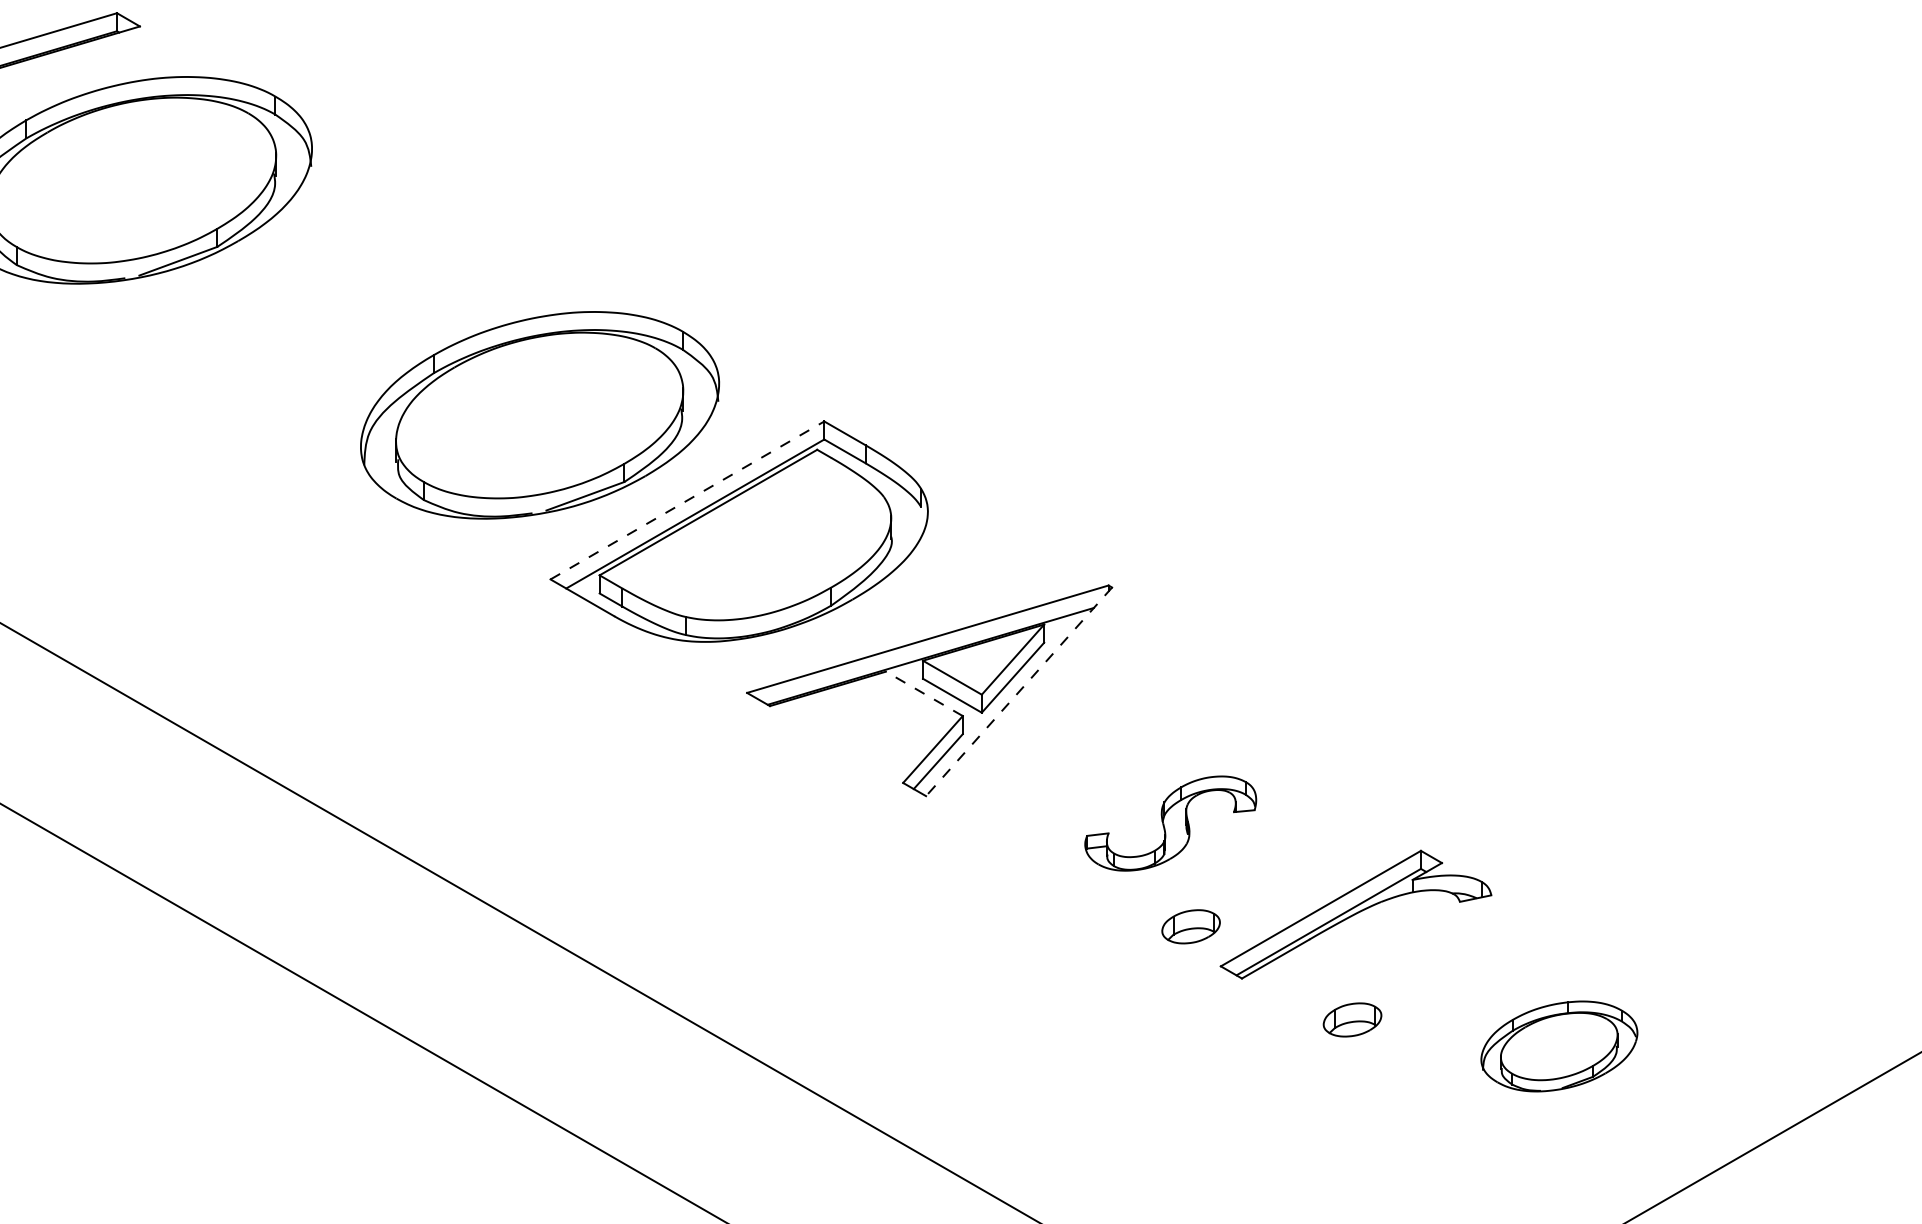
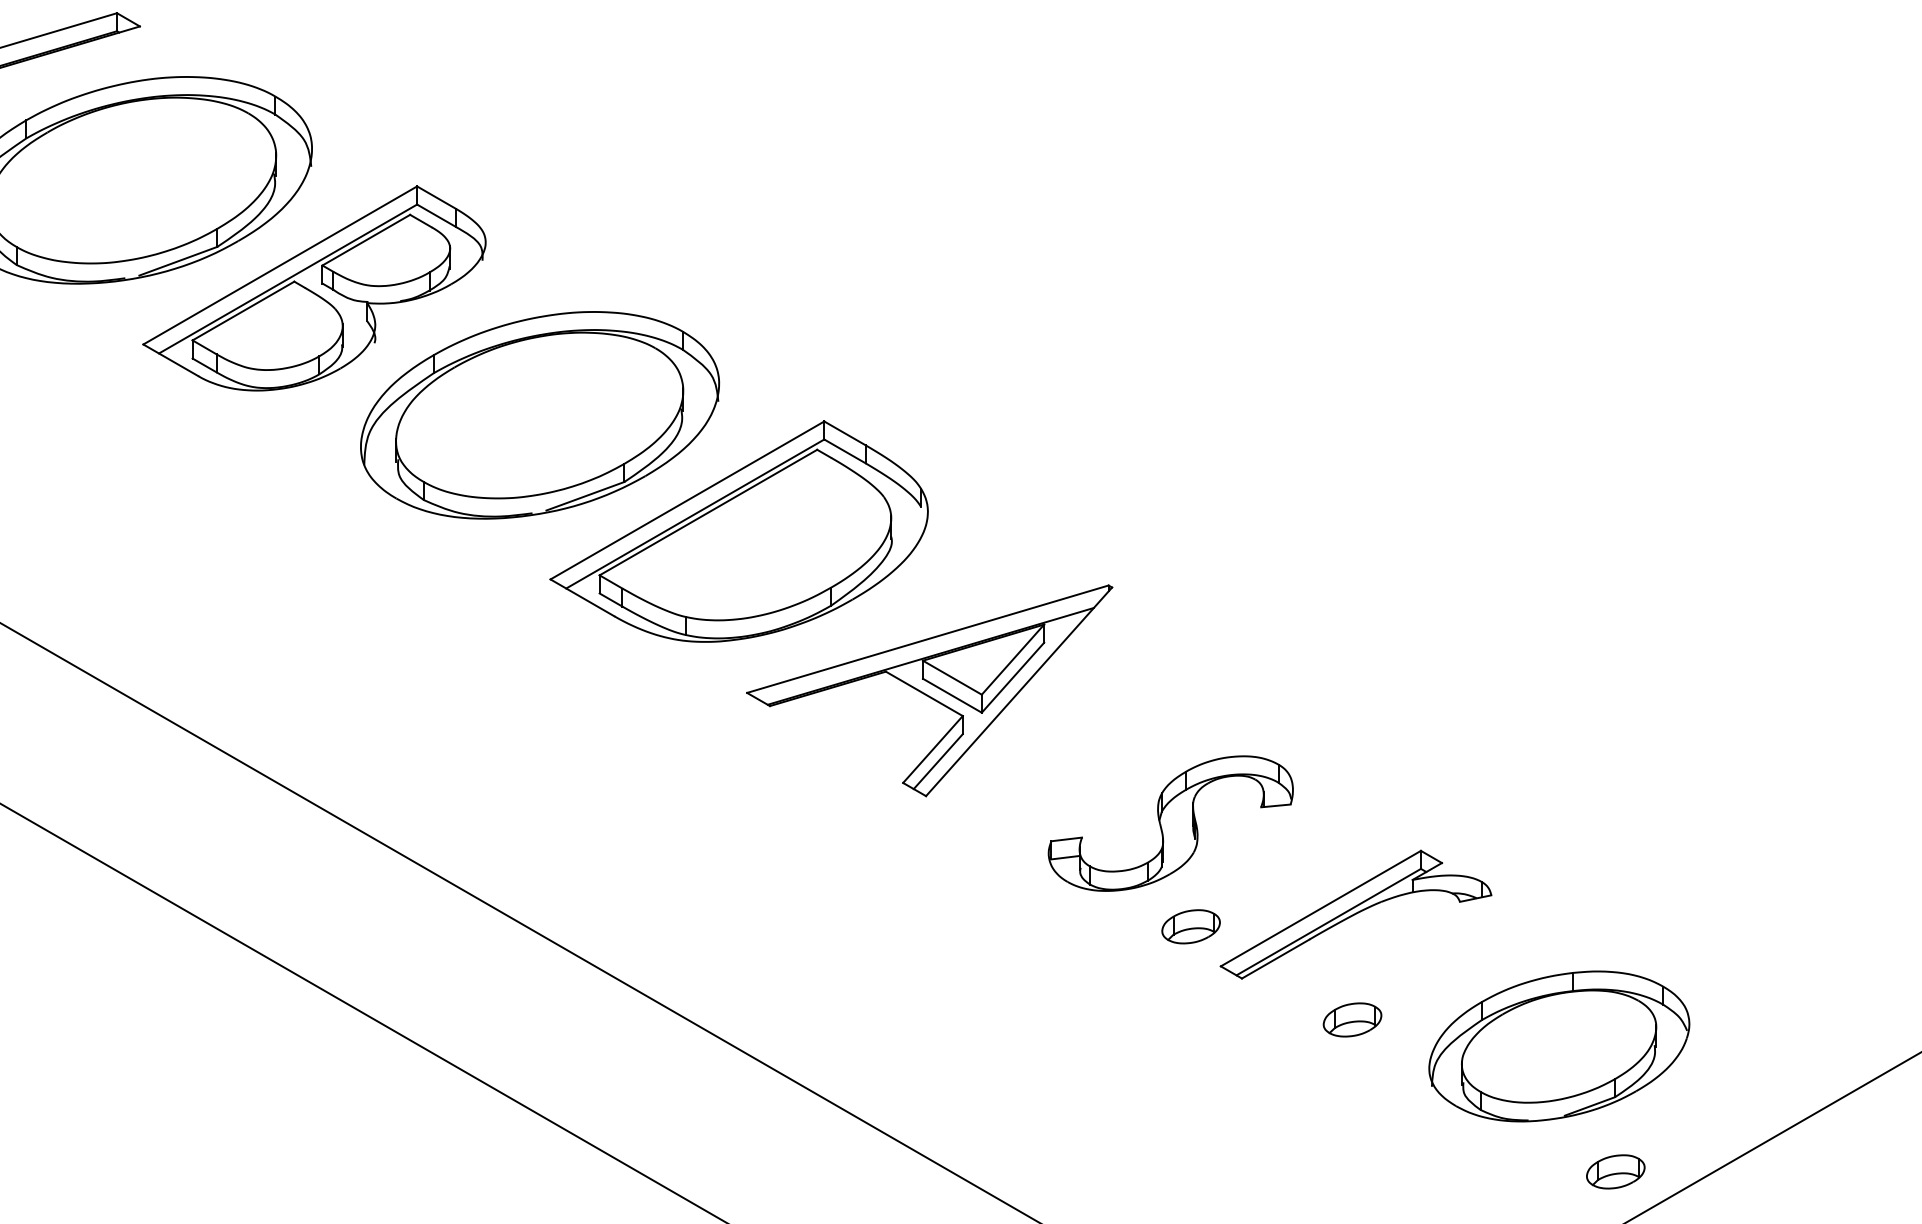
part at (314, 288): none -> present
line at (687, 500): dashed -> solid
line at (1019, 691): dashed -> solid
line at (923, 693): dashed -> solid
part at (1170, 823) size: 174x97 px -> 247x137 px
part at (1559, 1046) size: 159x93 px -> 263x153 px
part at (1615, 1171): none -> present
